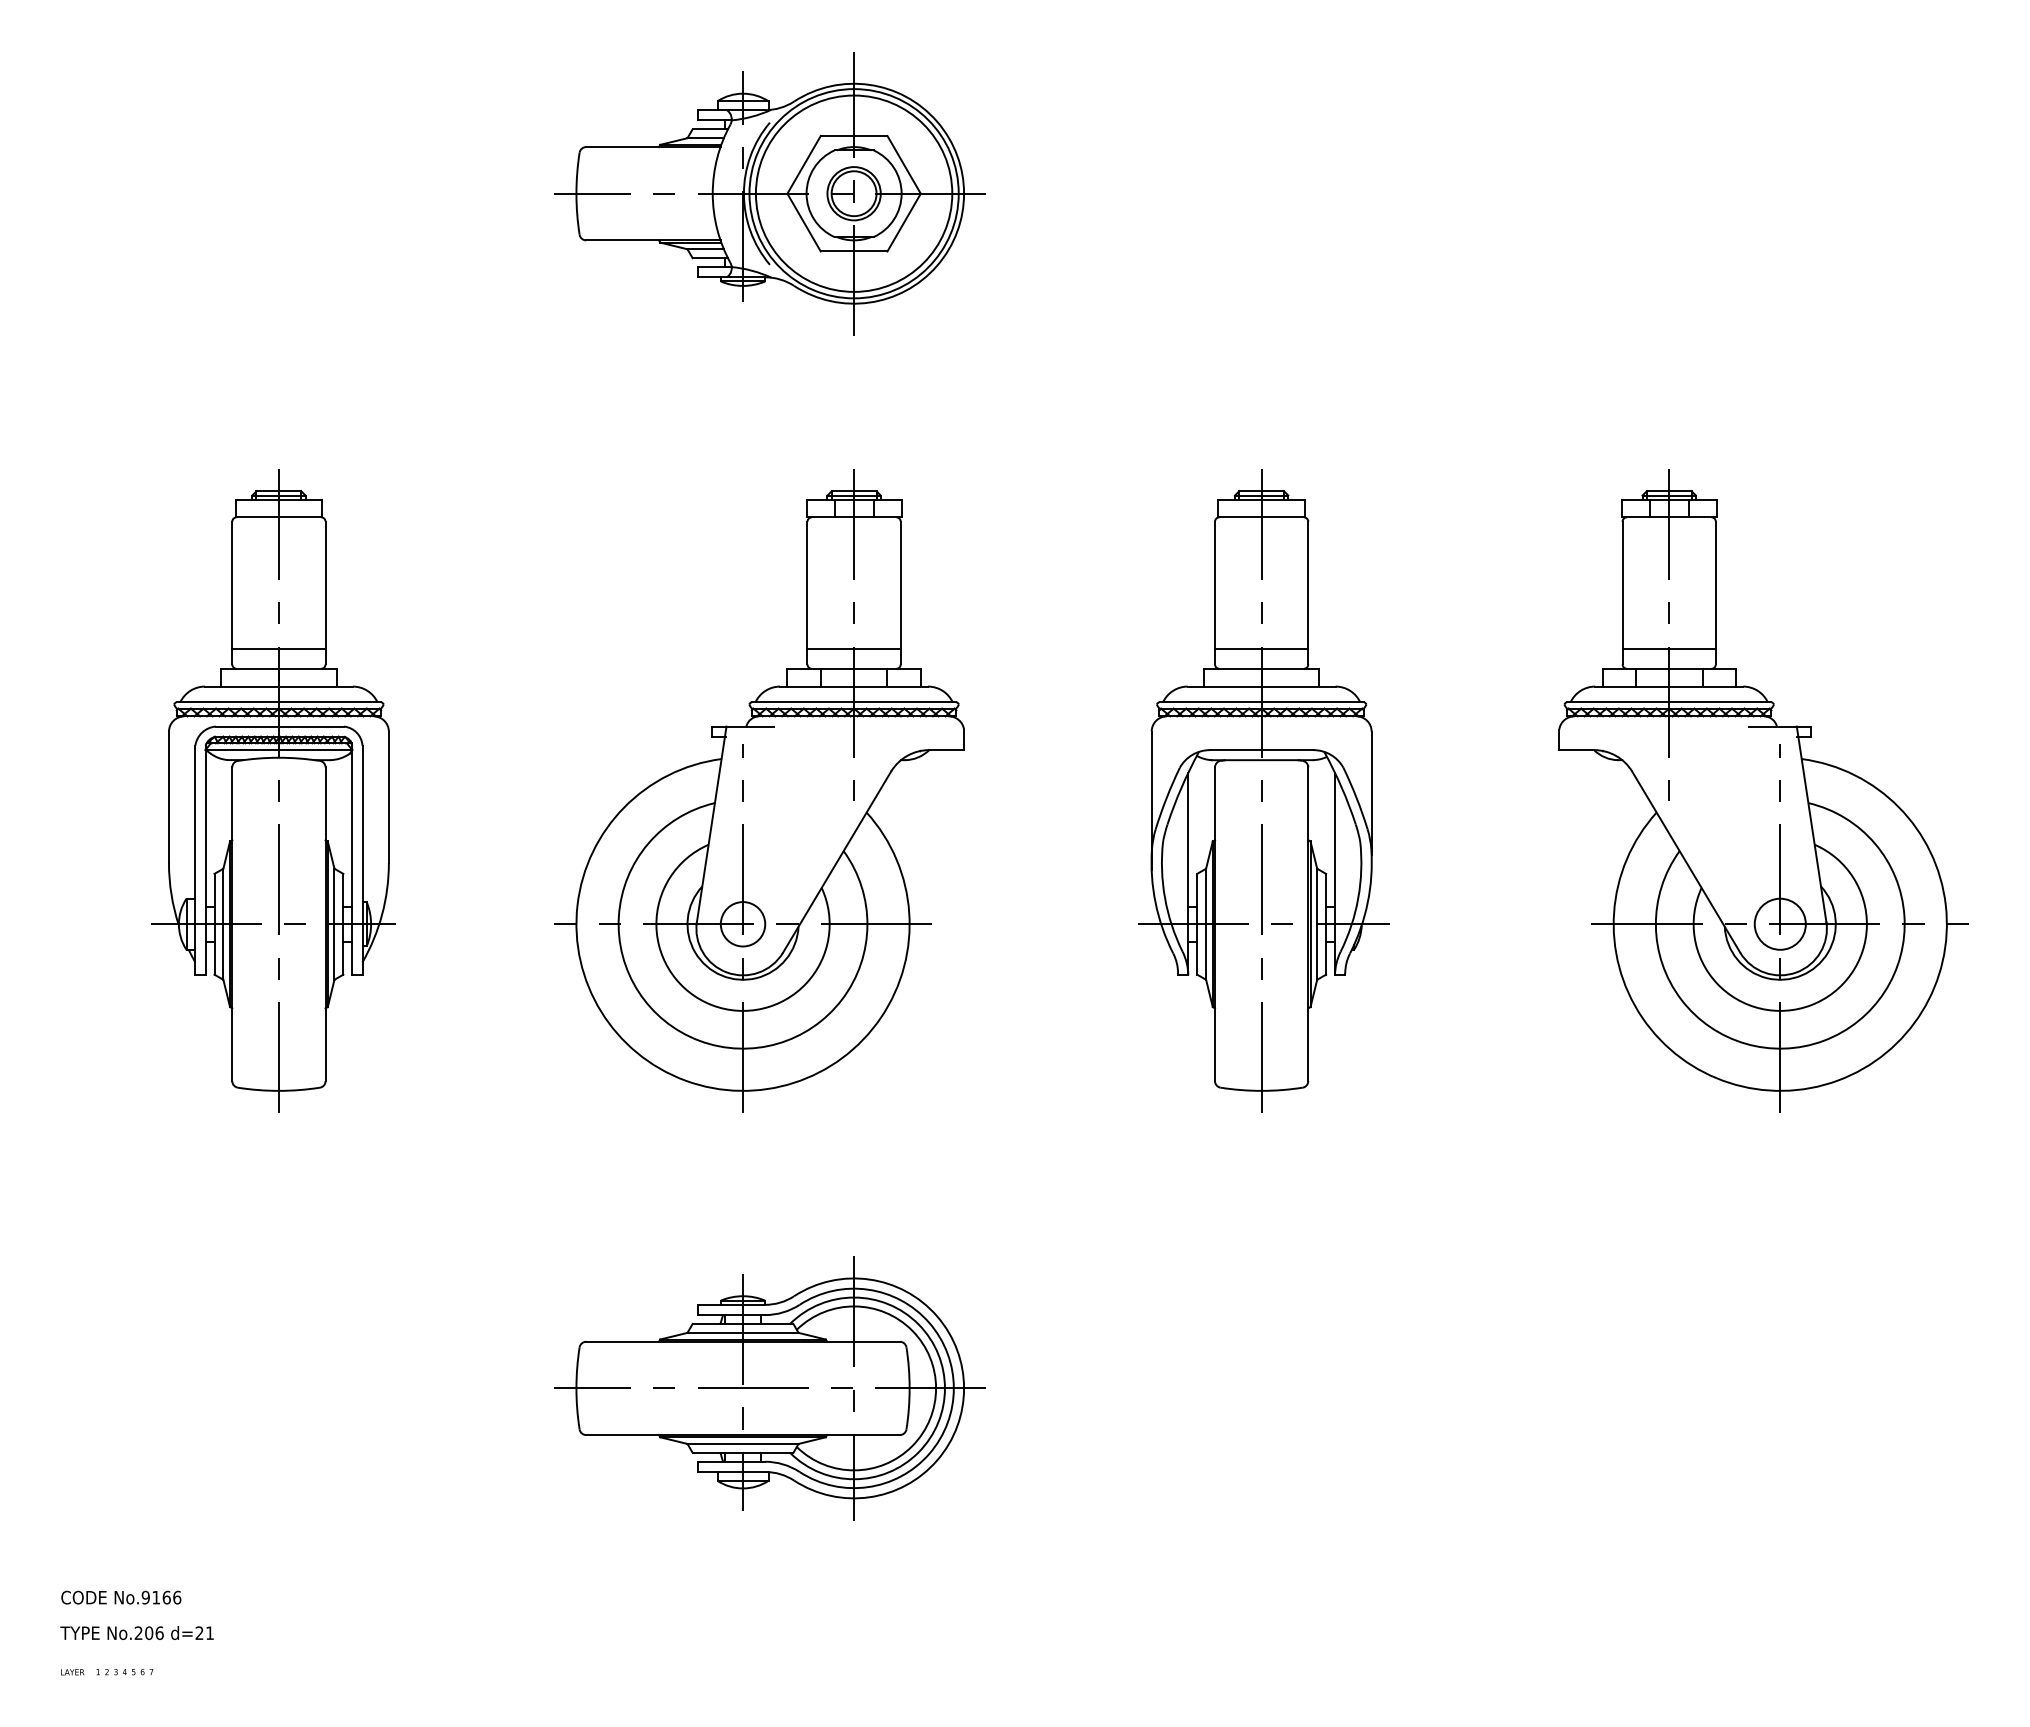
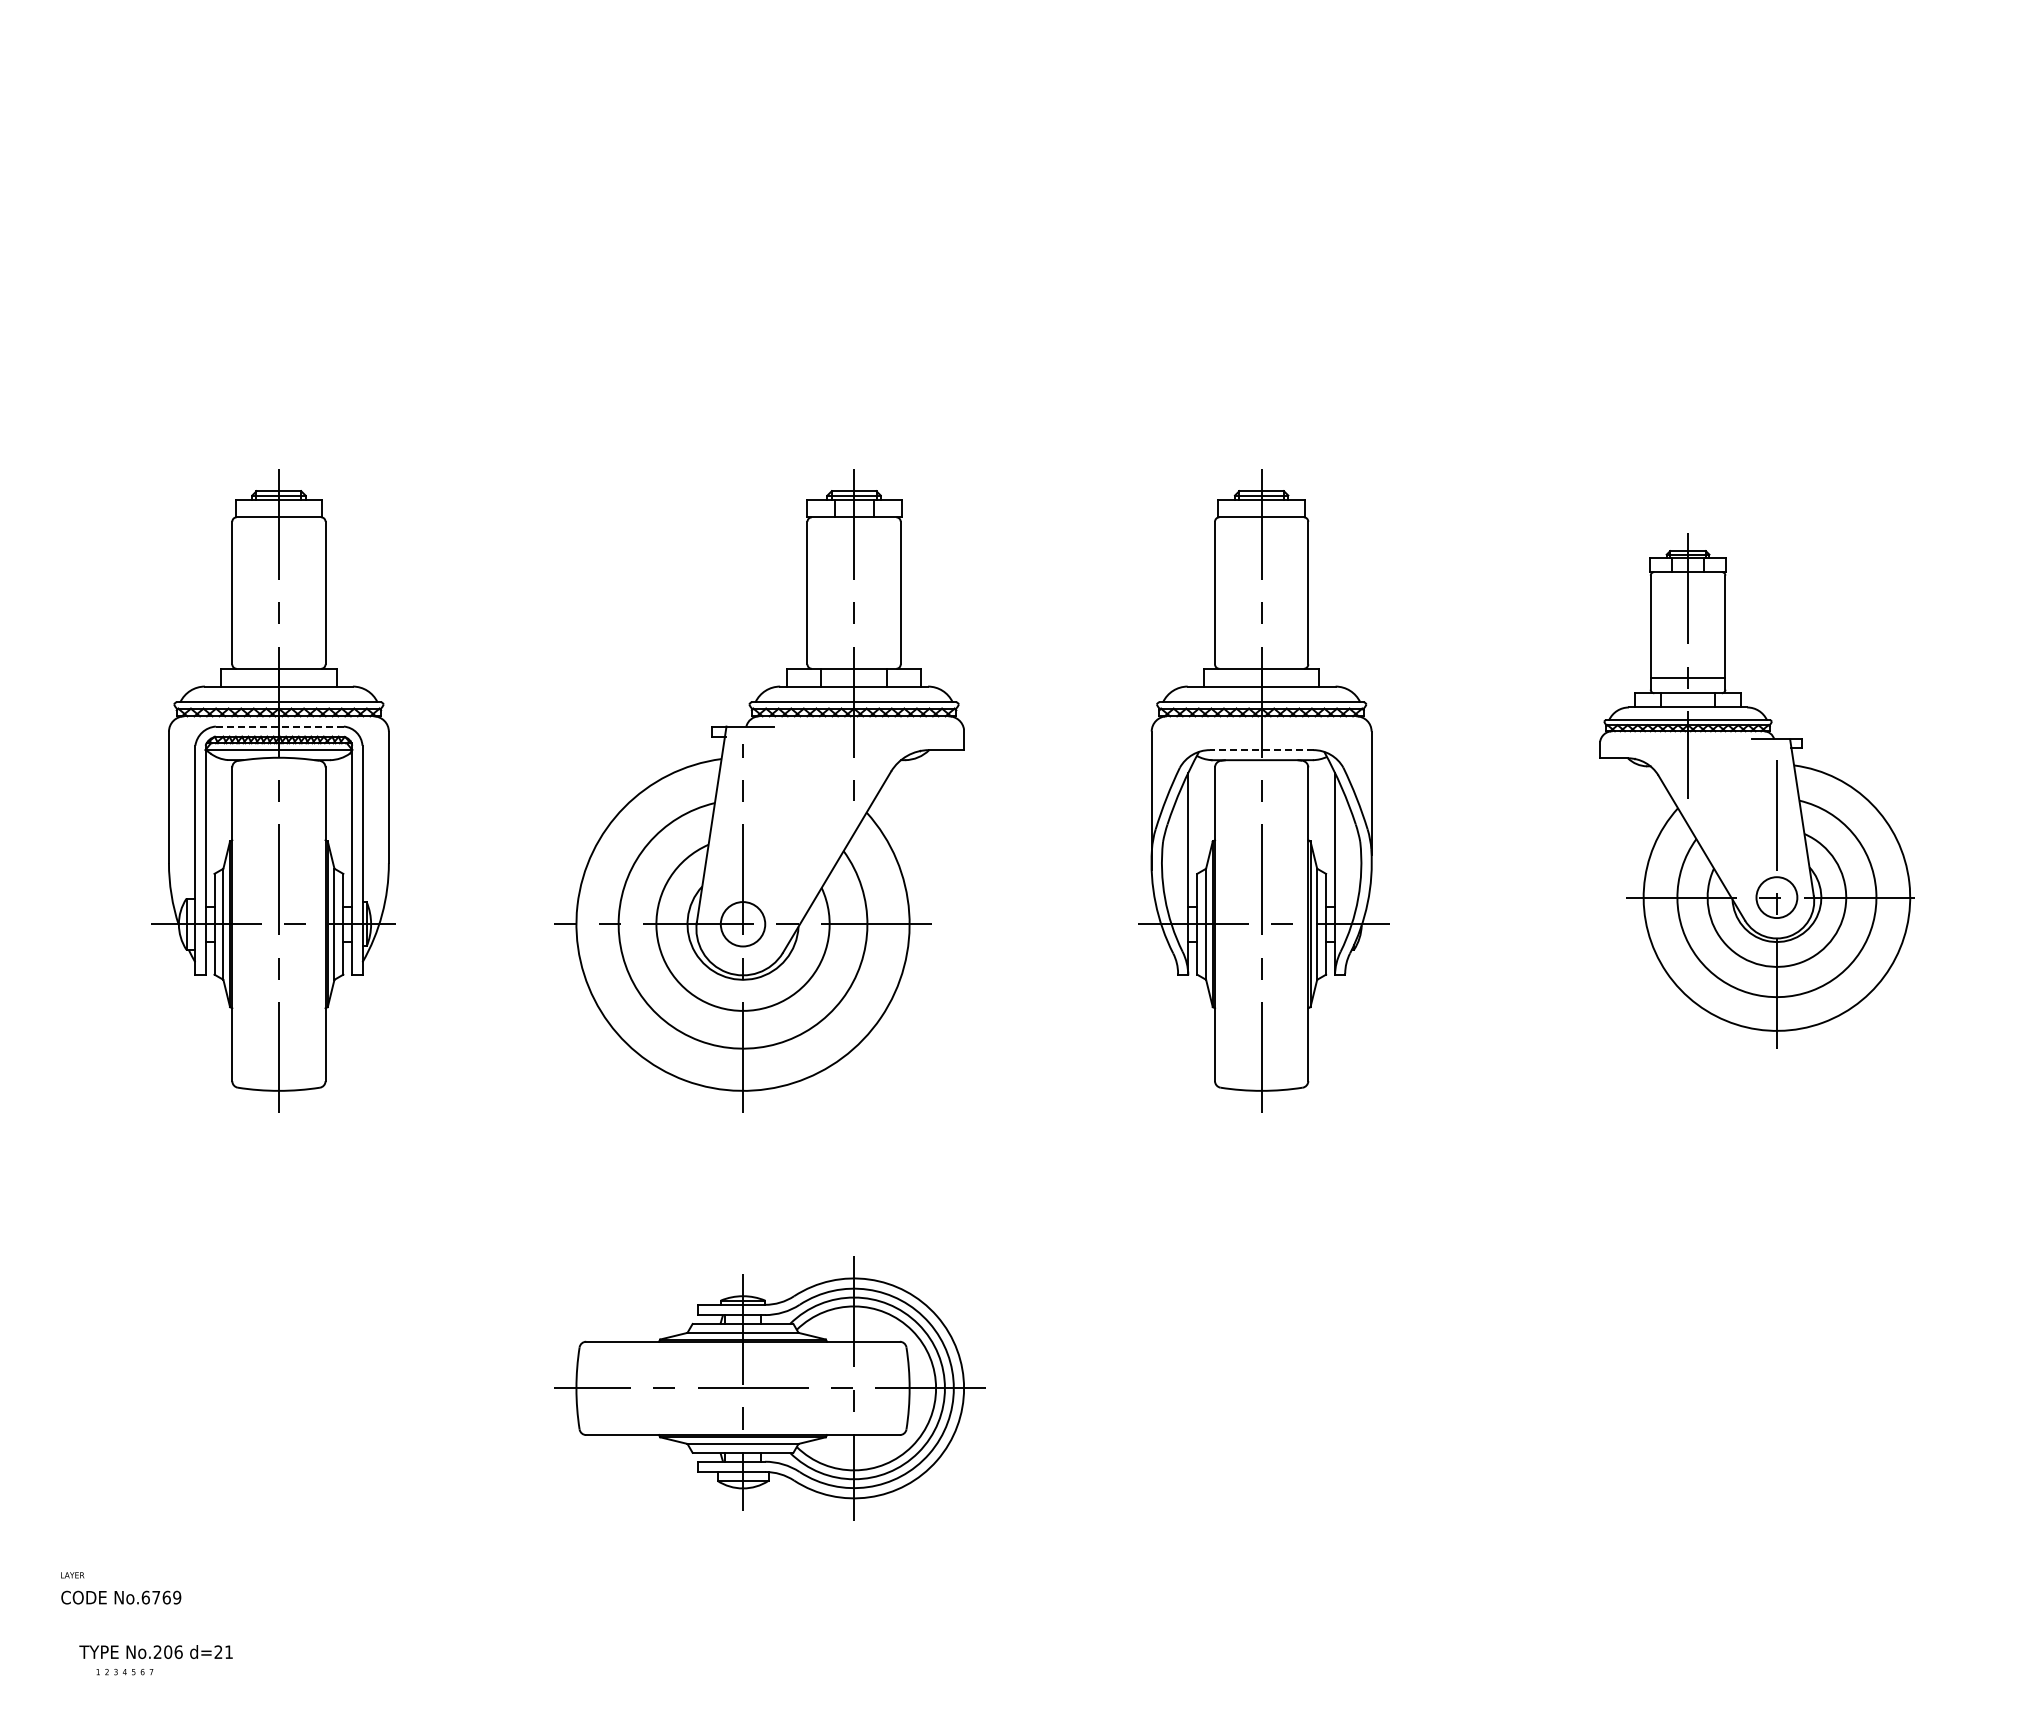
part at (769, 193): present -> none
line at (278, 649): present -> none
line at (853, 649): present -> none
line at (1261, 649): present -> none
line at (279, 726): solid -> dashed
line at (1261, 750): solid -> dashed
part at (1763, 790) size: 411x644 px -> 316x516 px
text at (161, 1597): No.9166 -> No.6769
text at (136, 1632) position: (136, 1632) -> (155, 1651)
text at (72, 1672) position: (72, 1672) -> (72, 1575)
